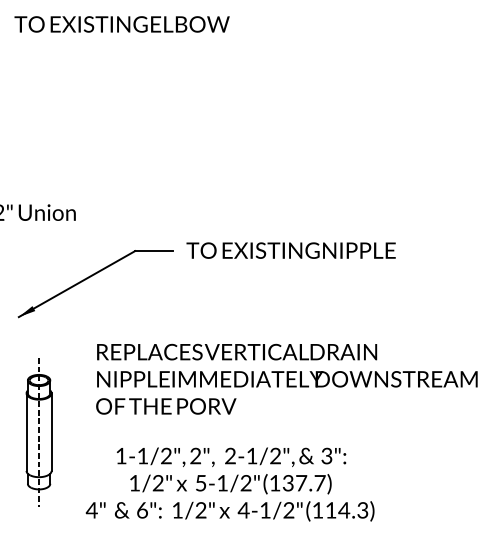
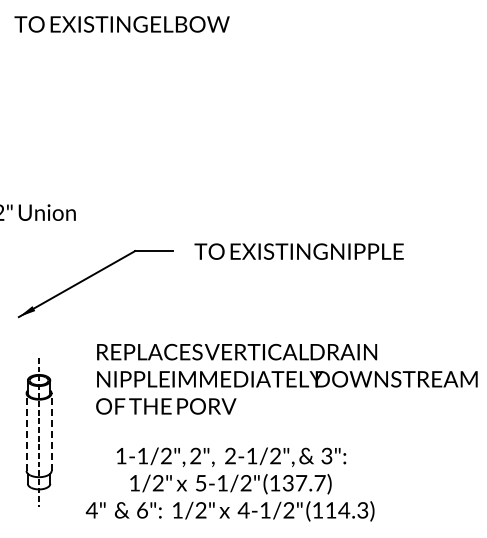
text at (290, 250) position: (290, 250) -> (298, 251)
line at (26, 432): solid -> dashed
line at (51, 432): solid -> dashed
